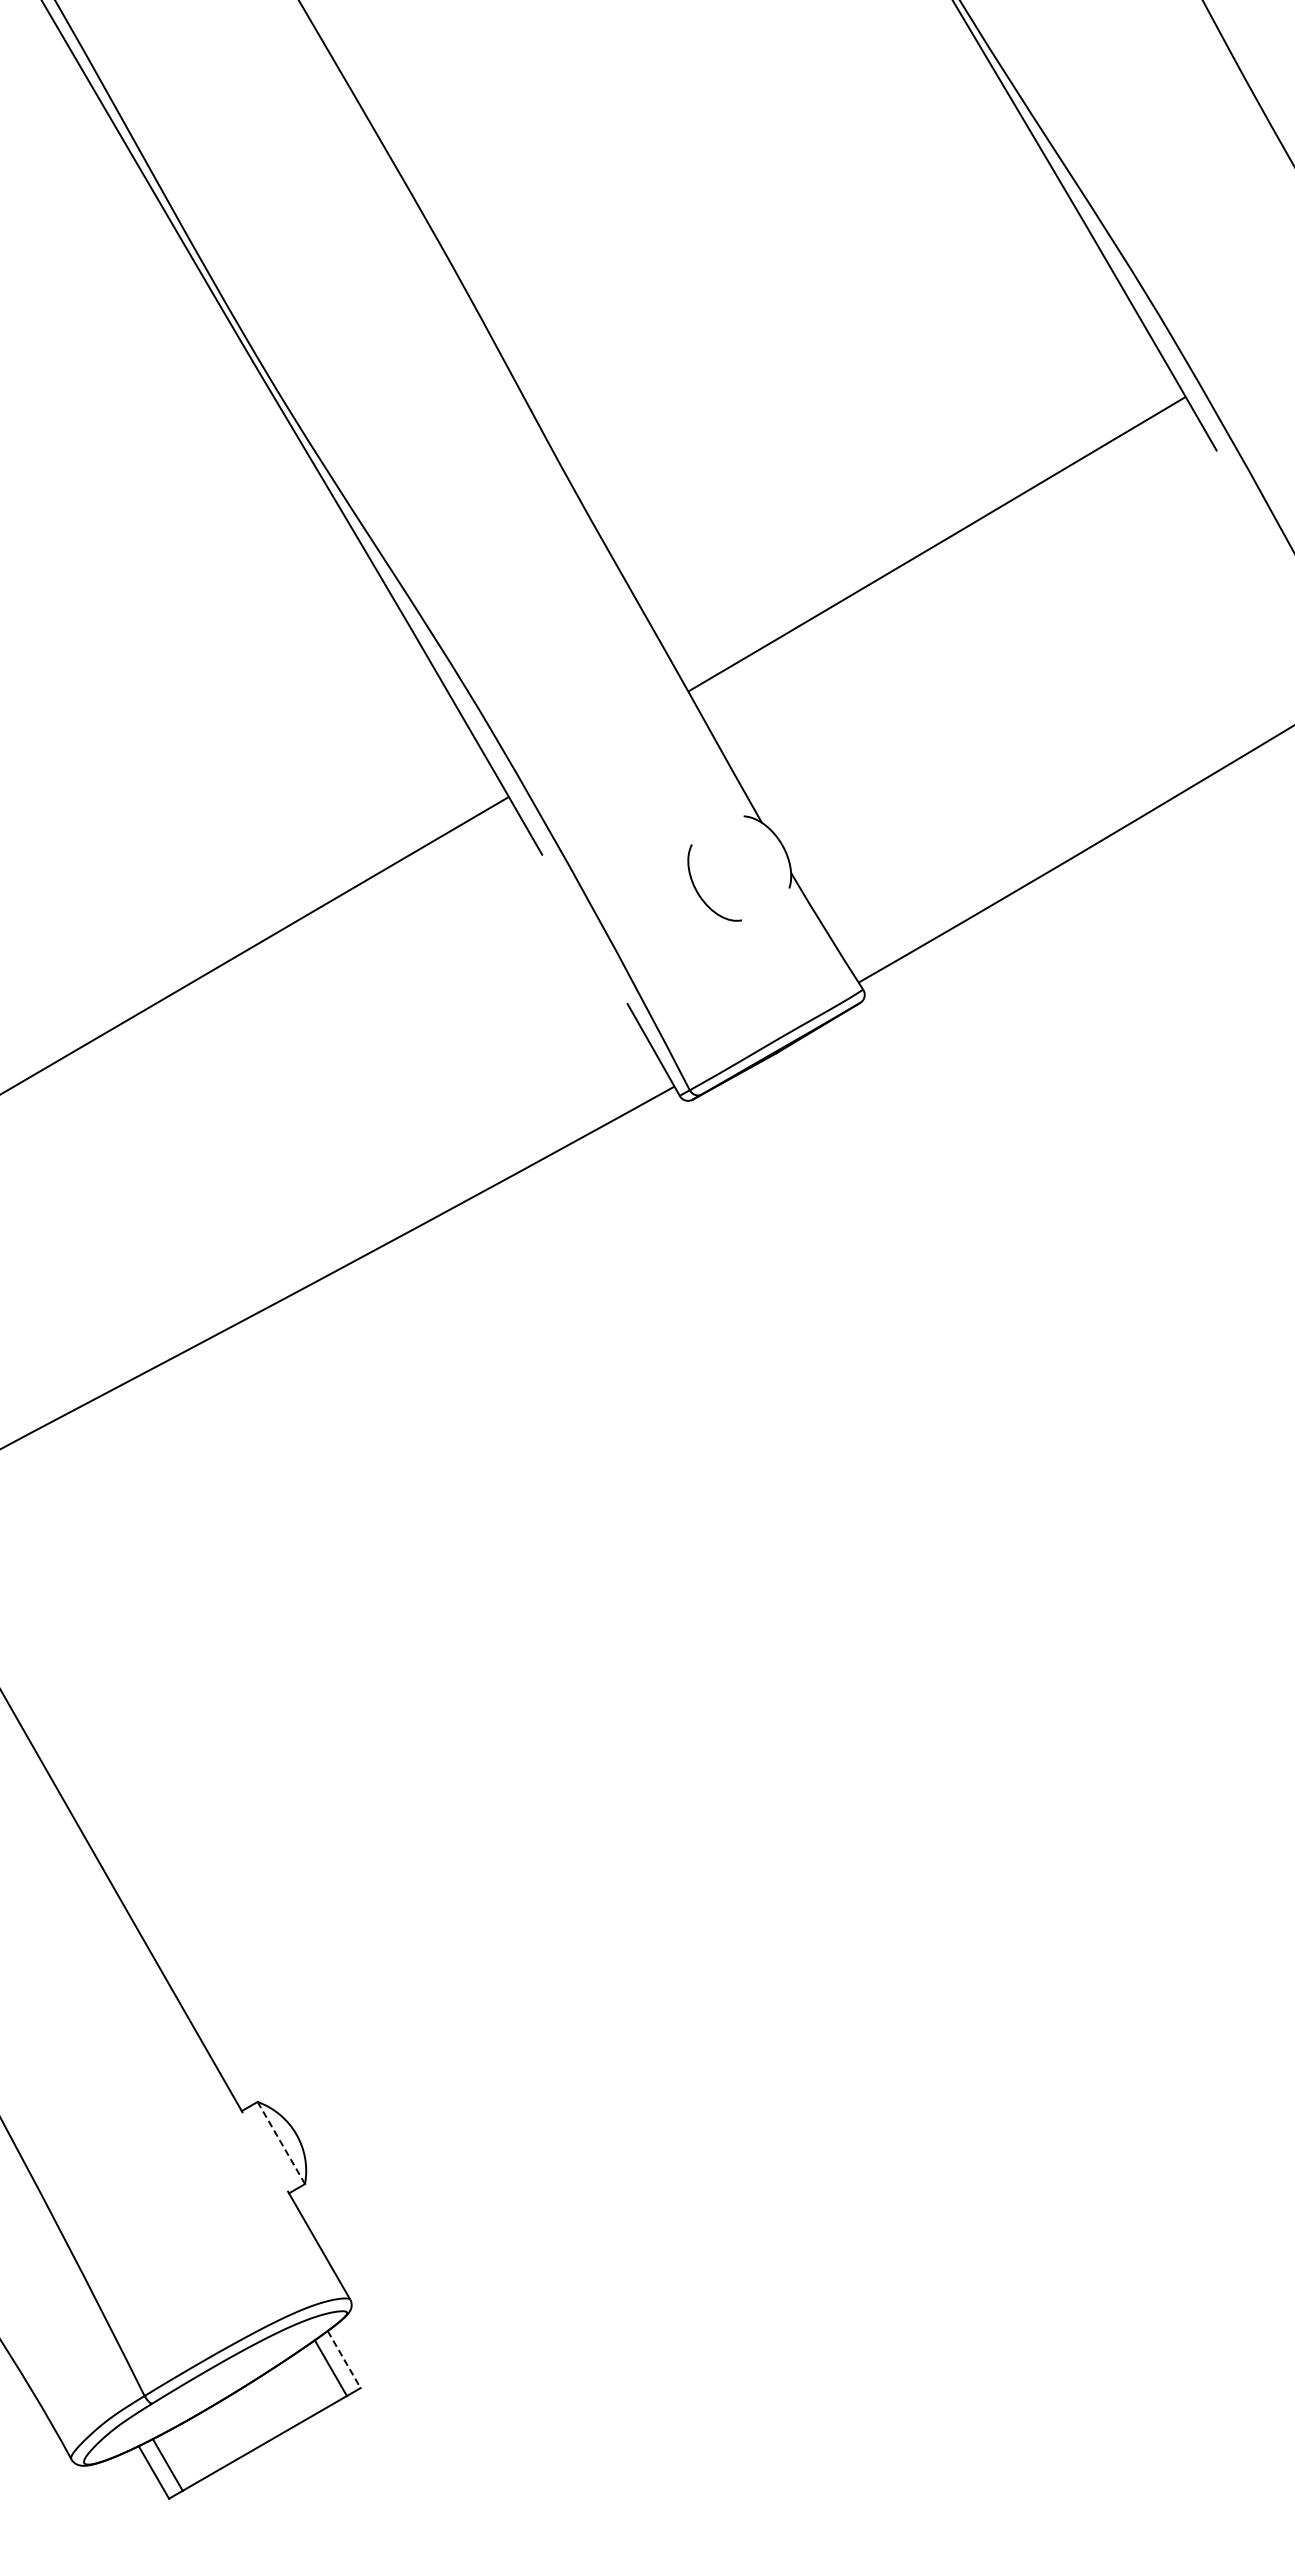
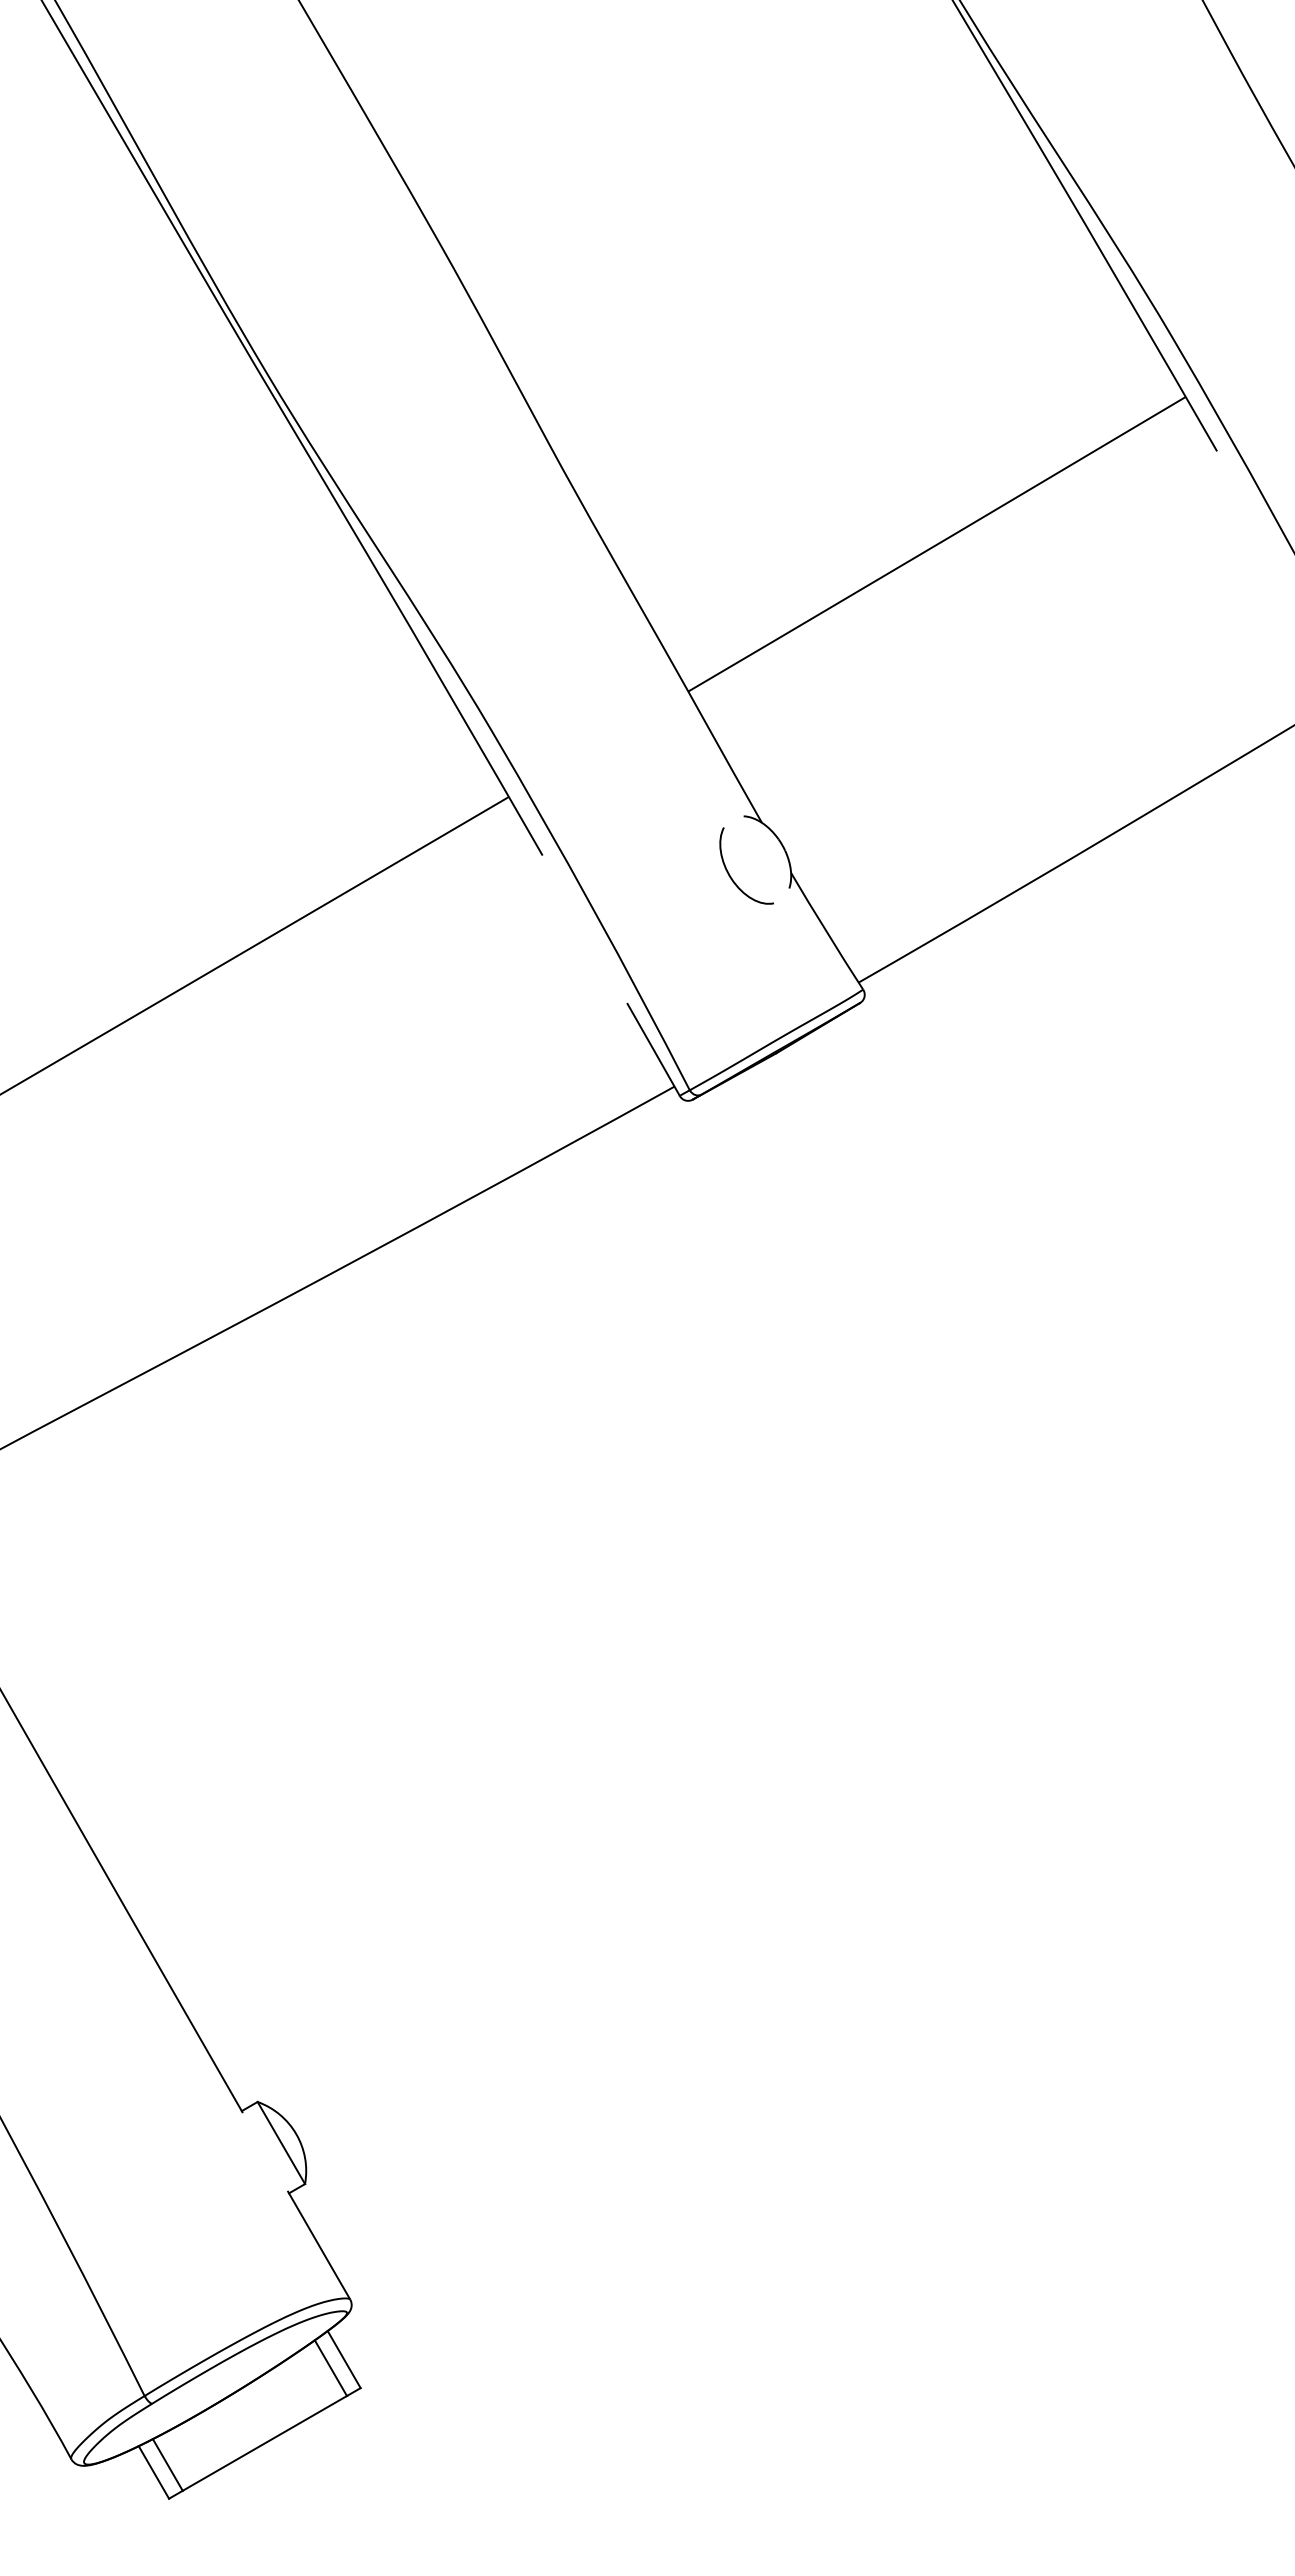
curve at (699, 893) position: (699, 893) -> (731, 876)
line at (281, 2143): dashed -> solid
line at (344, 2359): dashed -> solid
